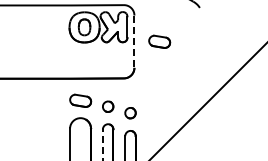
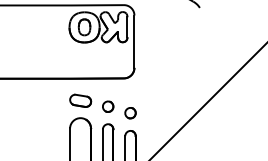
part at (159, 41): present -> none
line at (134, 42): dashed -> solid
line at (102, 144): dashed -> solid
